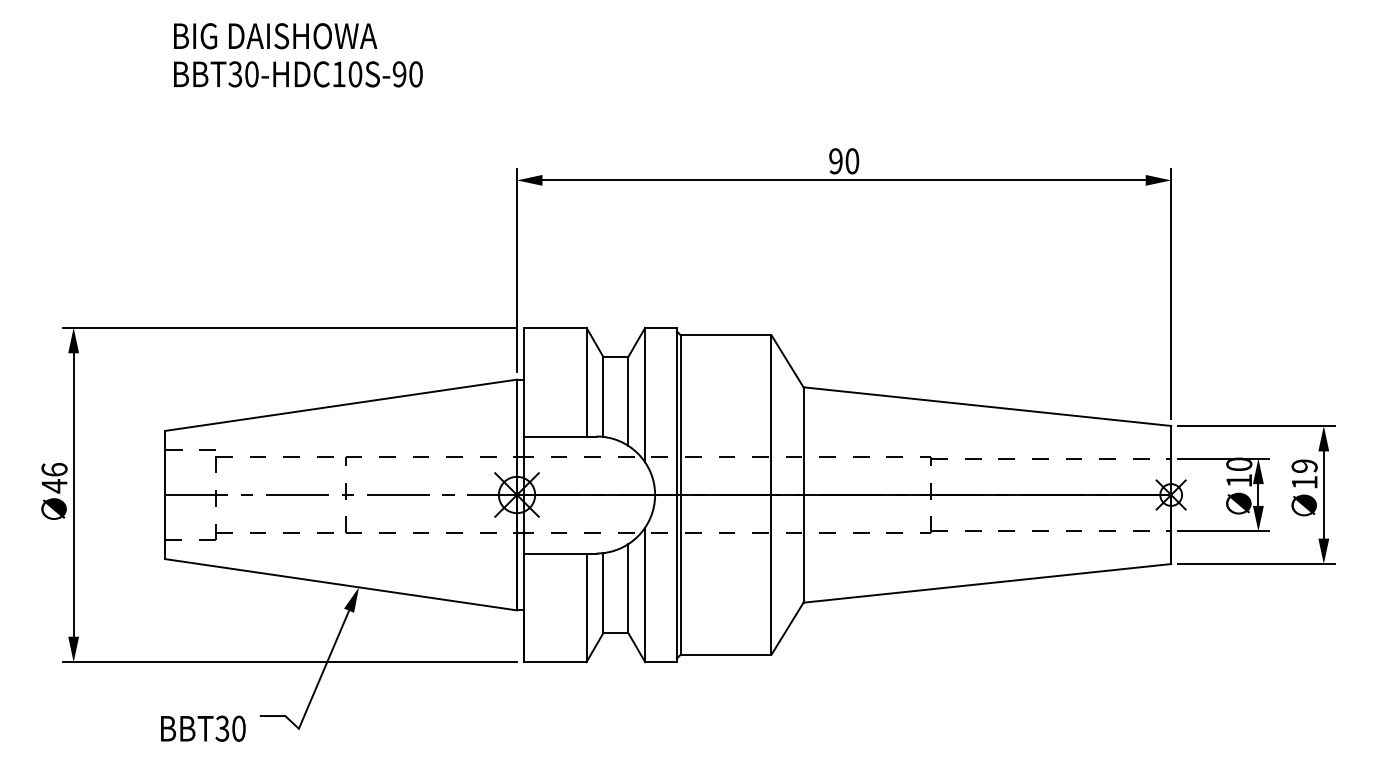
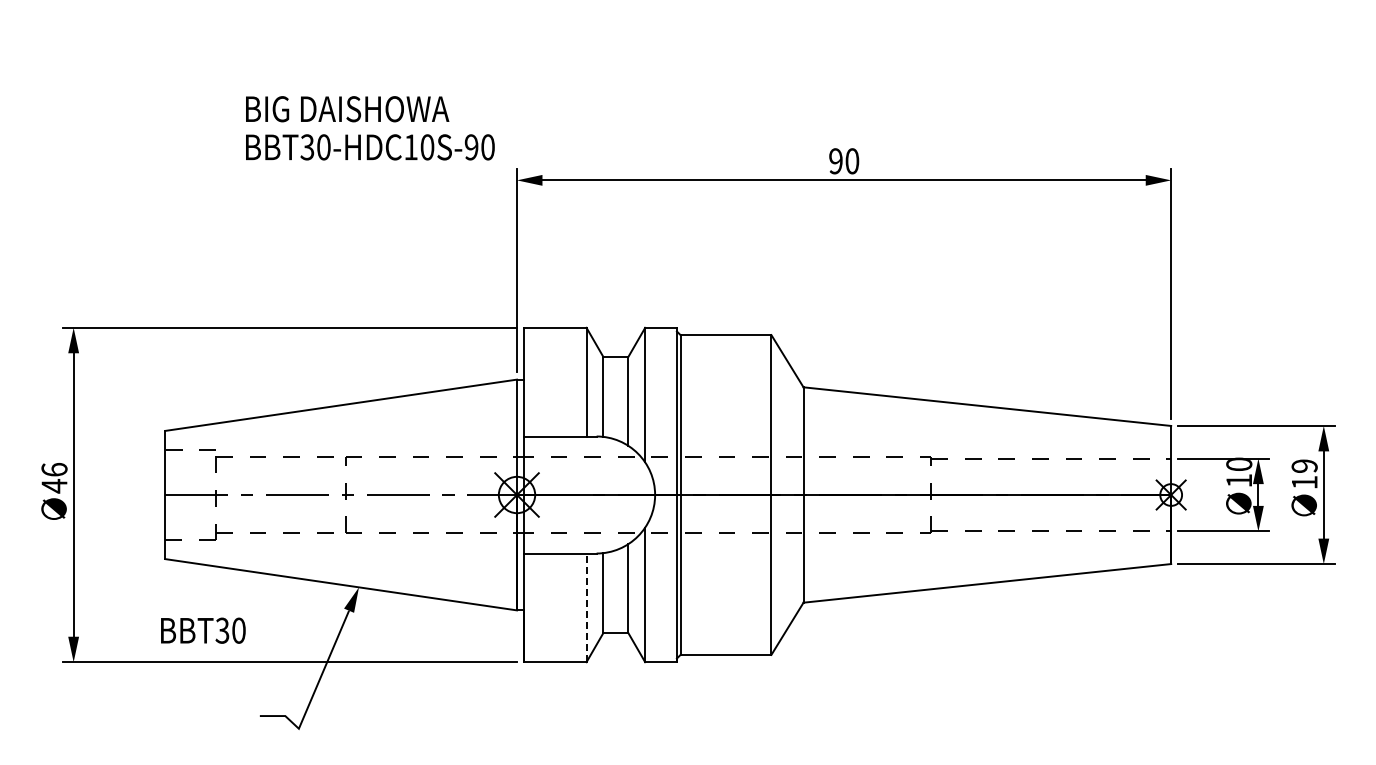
text at (298, 55) position: (298, 55) -> (370, 128)
line at (586, 607): solid -> dashed
text at (203, 728) position: (203, 728) -> (203, 630)
